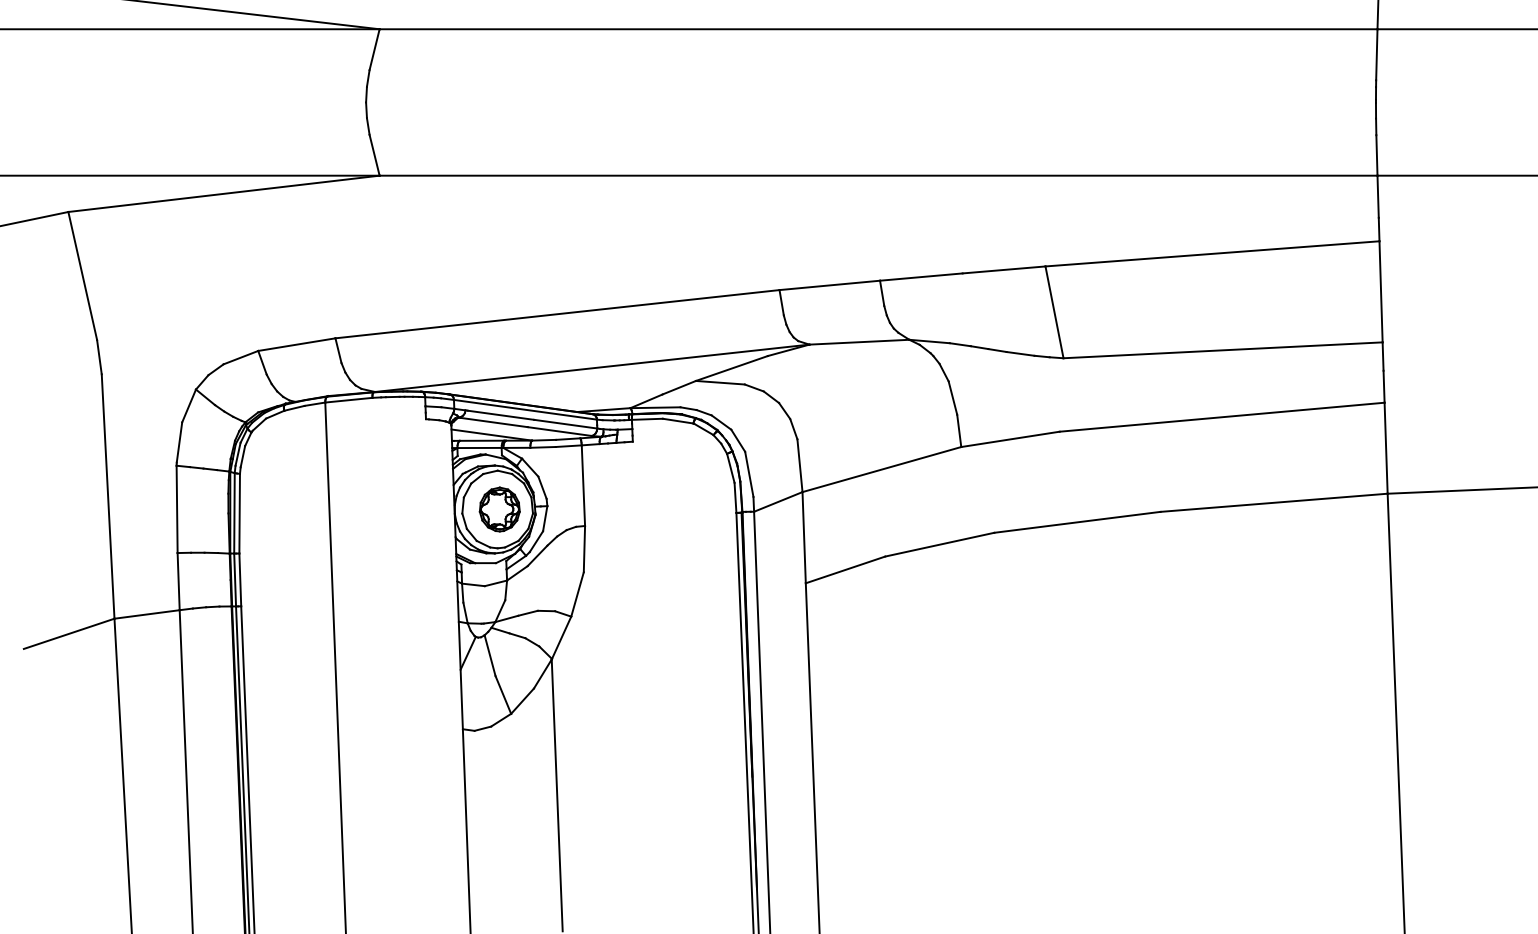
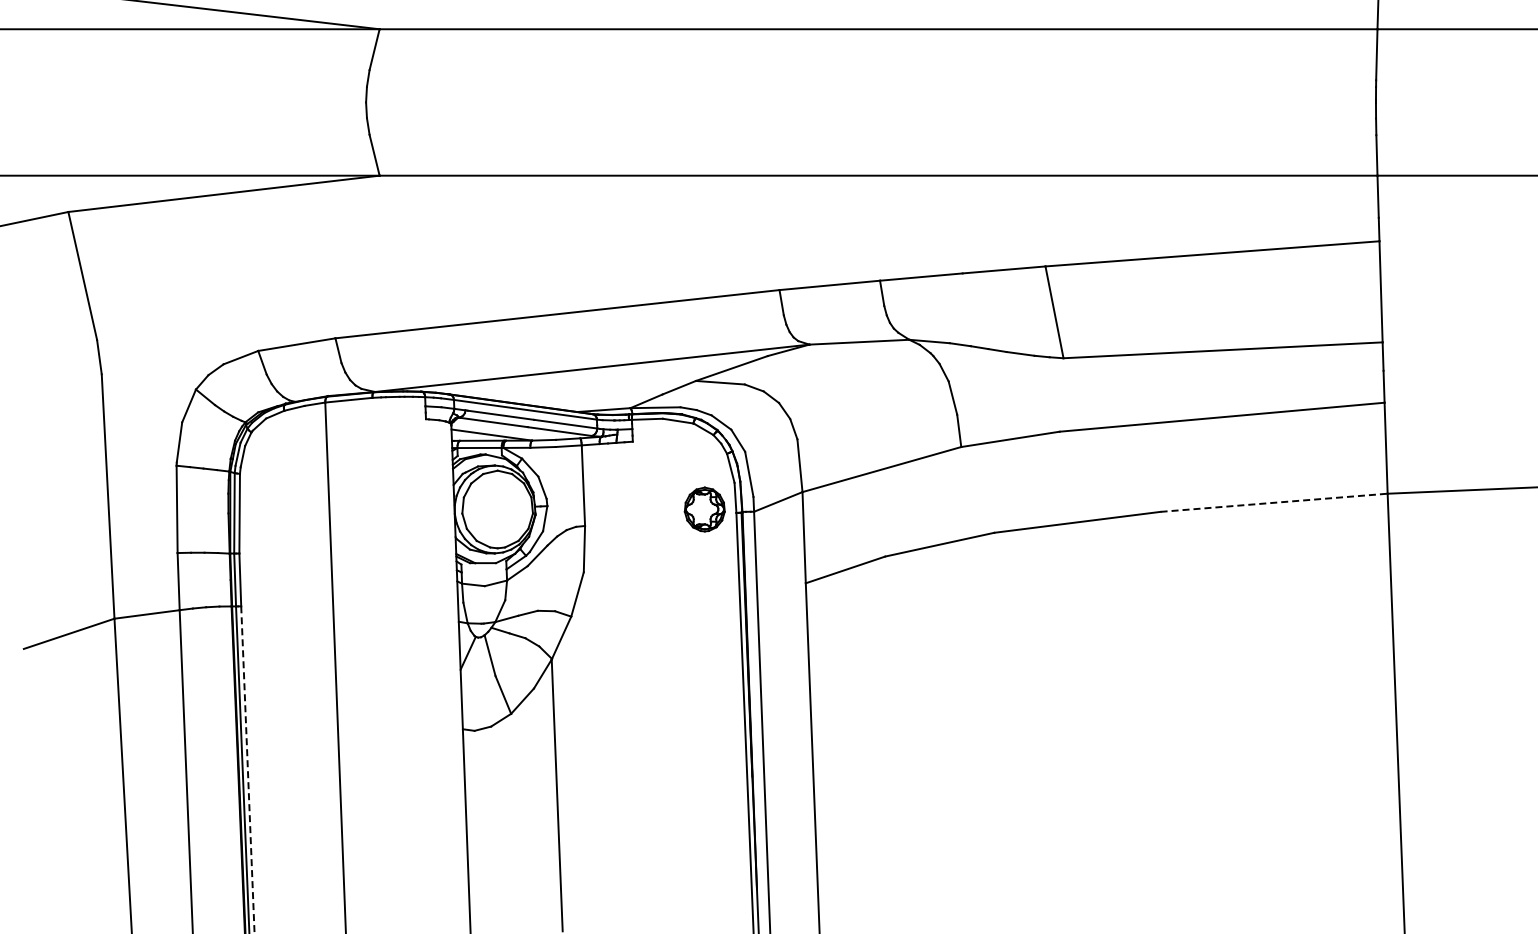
line at (1274, 502): solid -> dashed
part at (499, 509) position: (499, 509) -> (704, 509)
line at (247, 770): solid -> dashed
